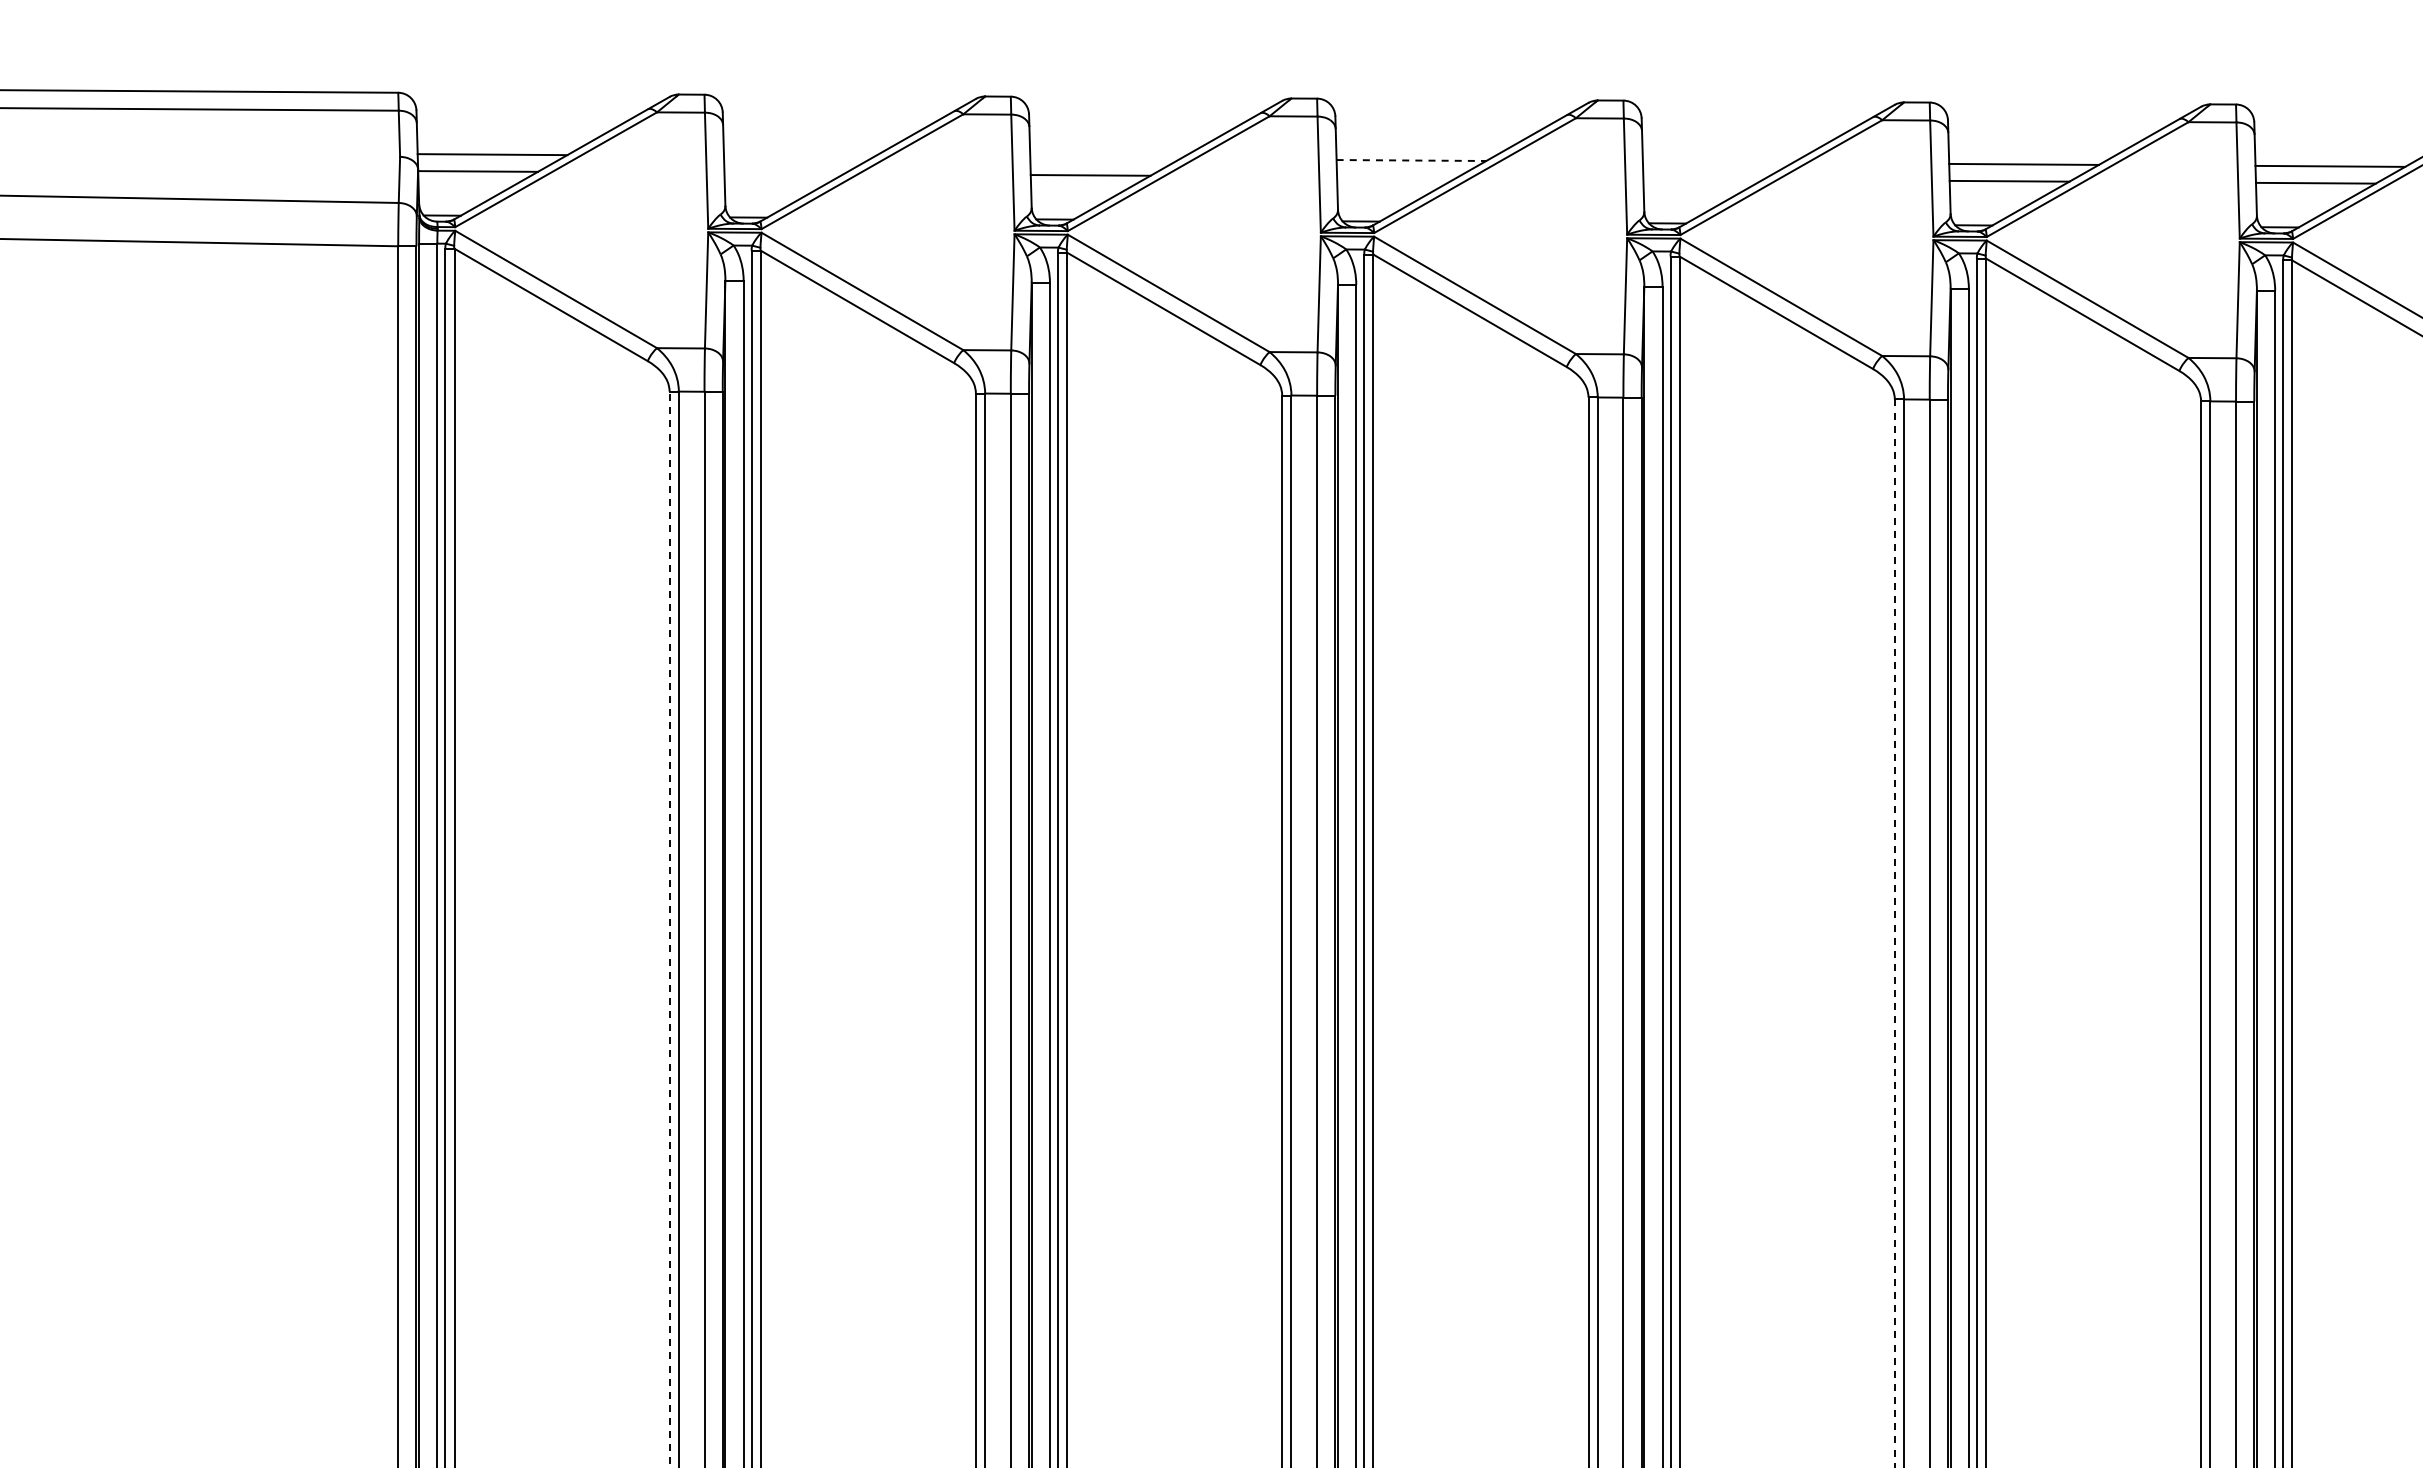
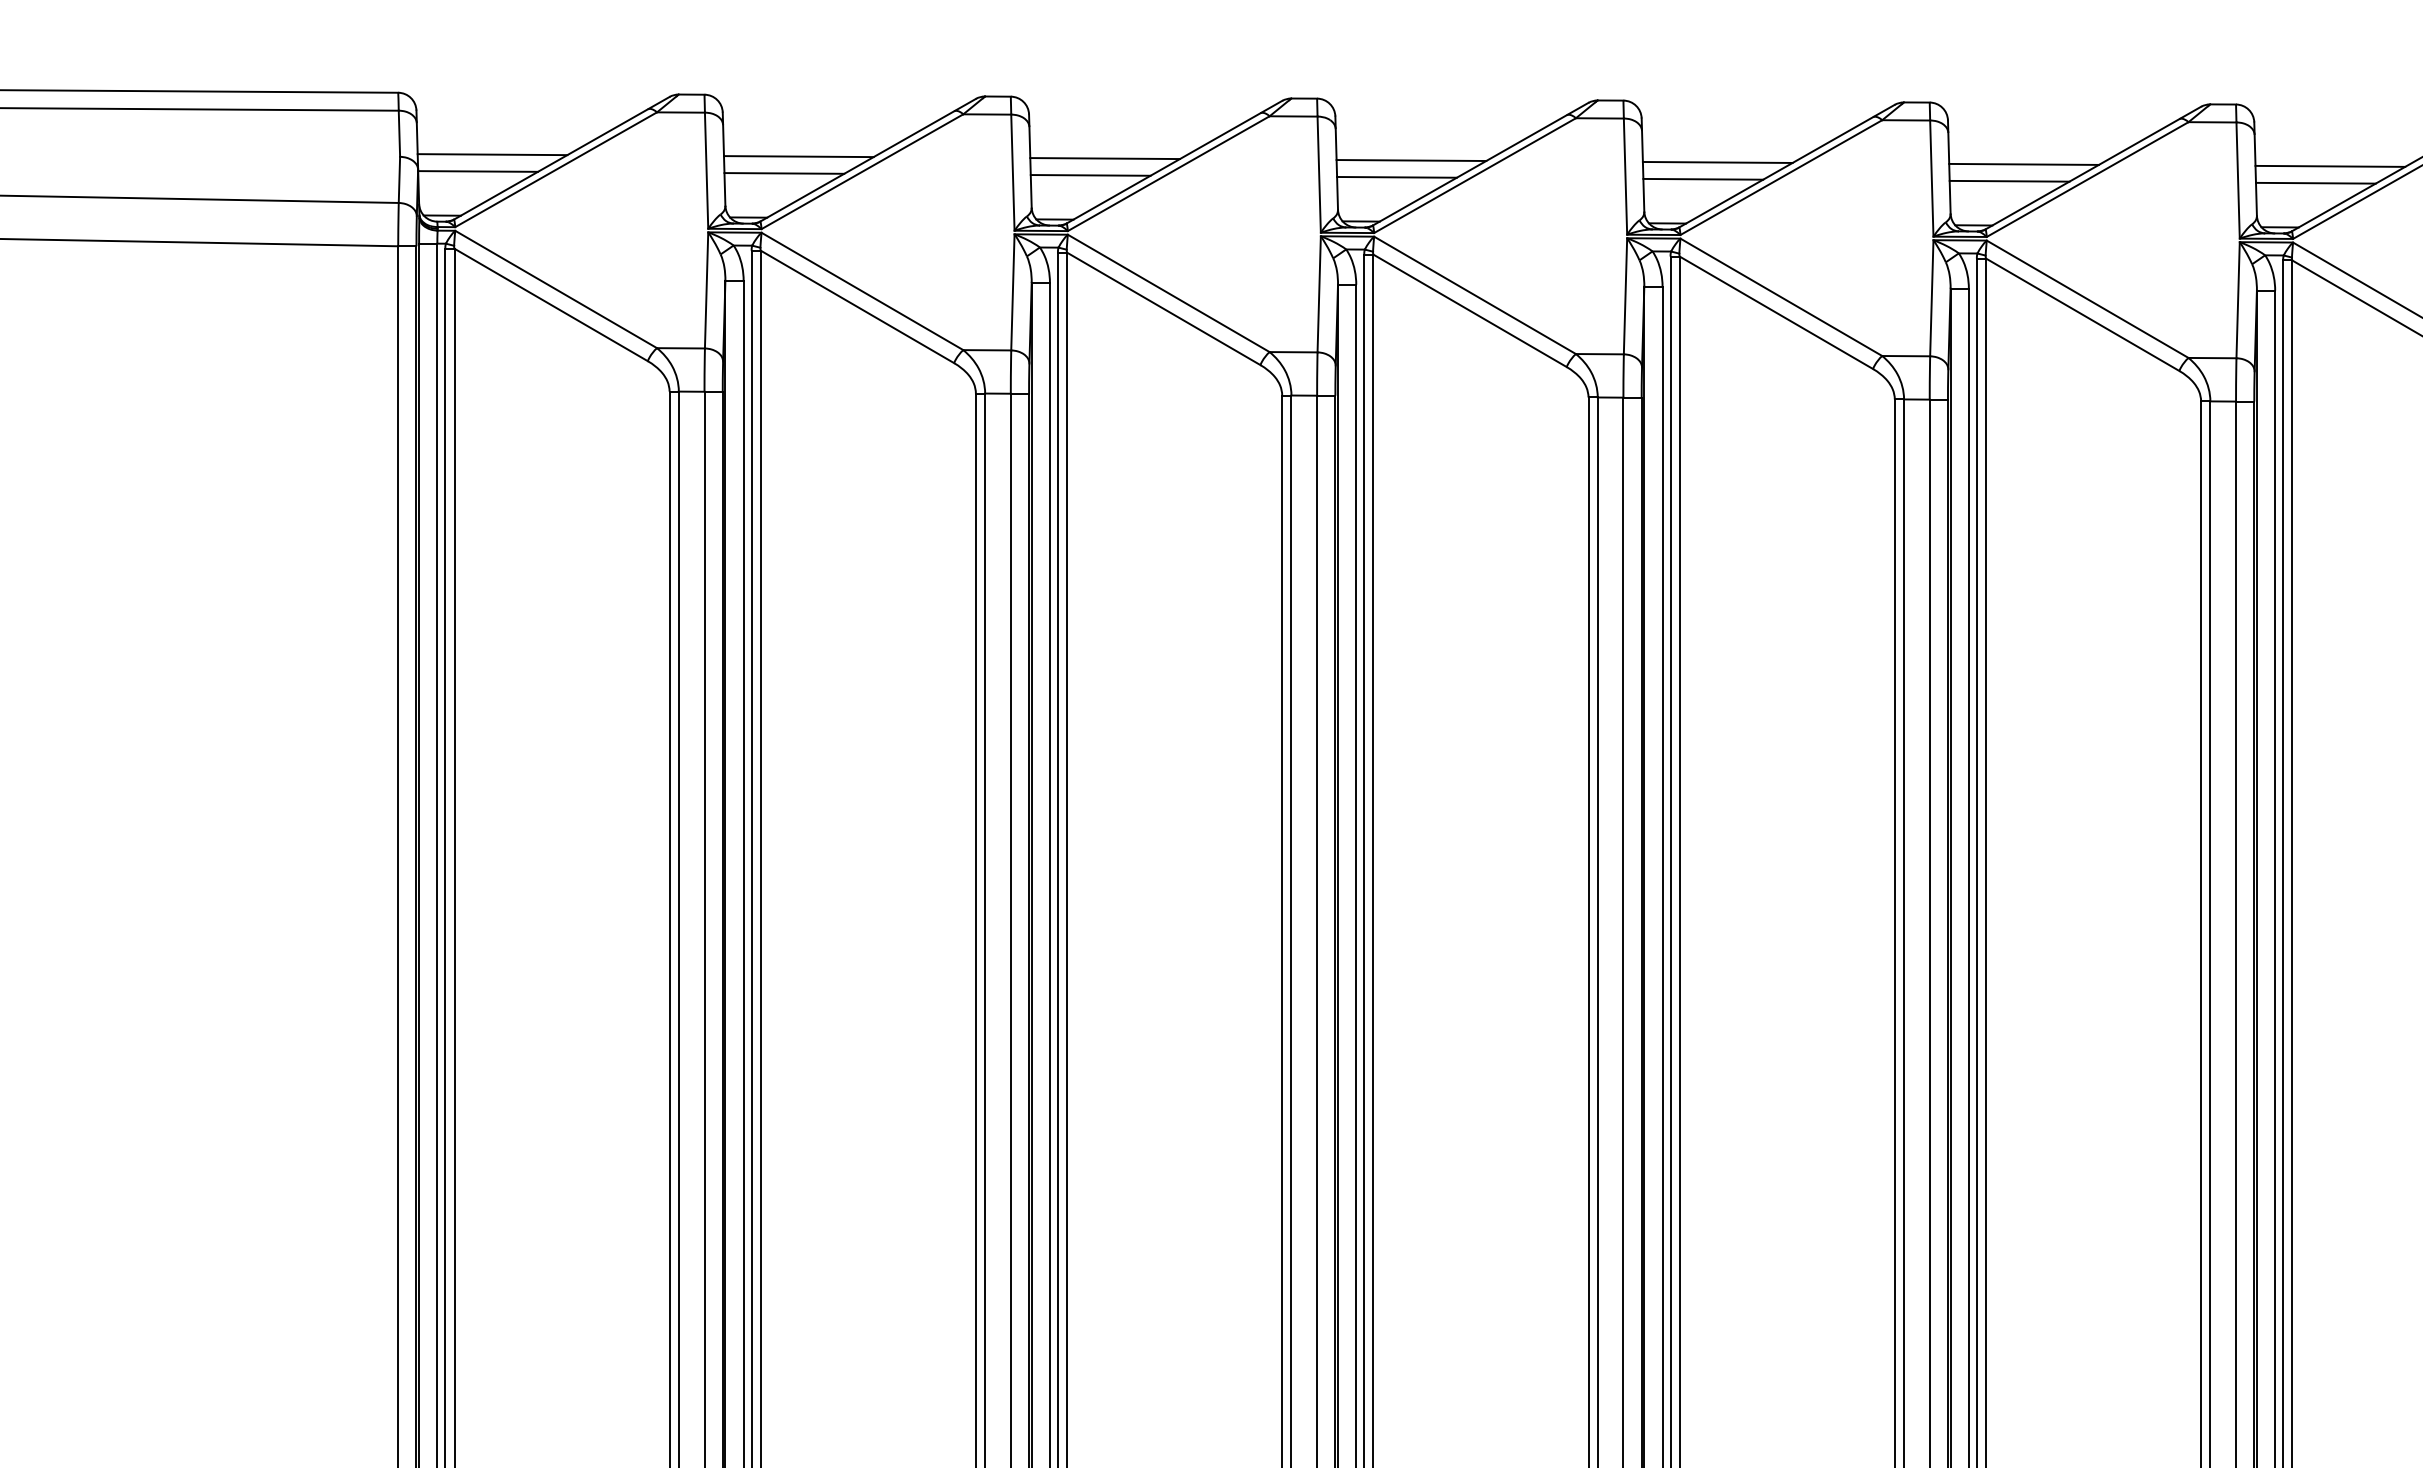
line at (798, 156): none -> present
line at (1105, 158): none -> present
line at (1411, 160): dashed -> solid
line at (1717, 161): none -> present
line at (784, 173): none -> present
line at (1396, 177): none -> present
line at (1703, 178): none -> present
line at (669, 928): dashed -> solid
line at (1894, 932): dashed -> solid
